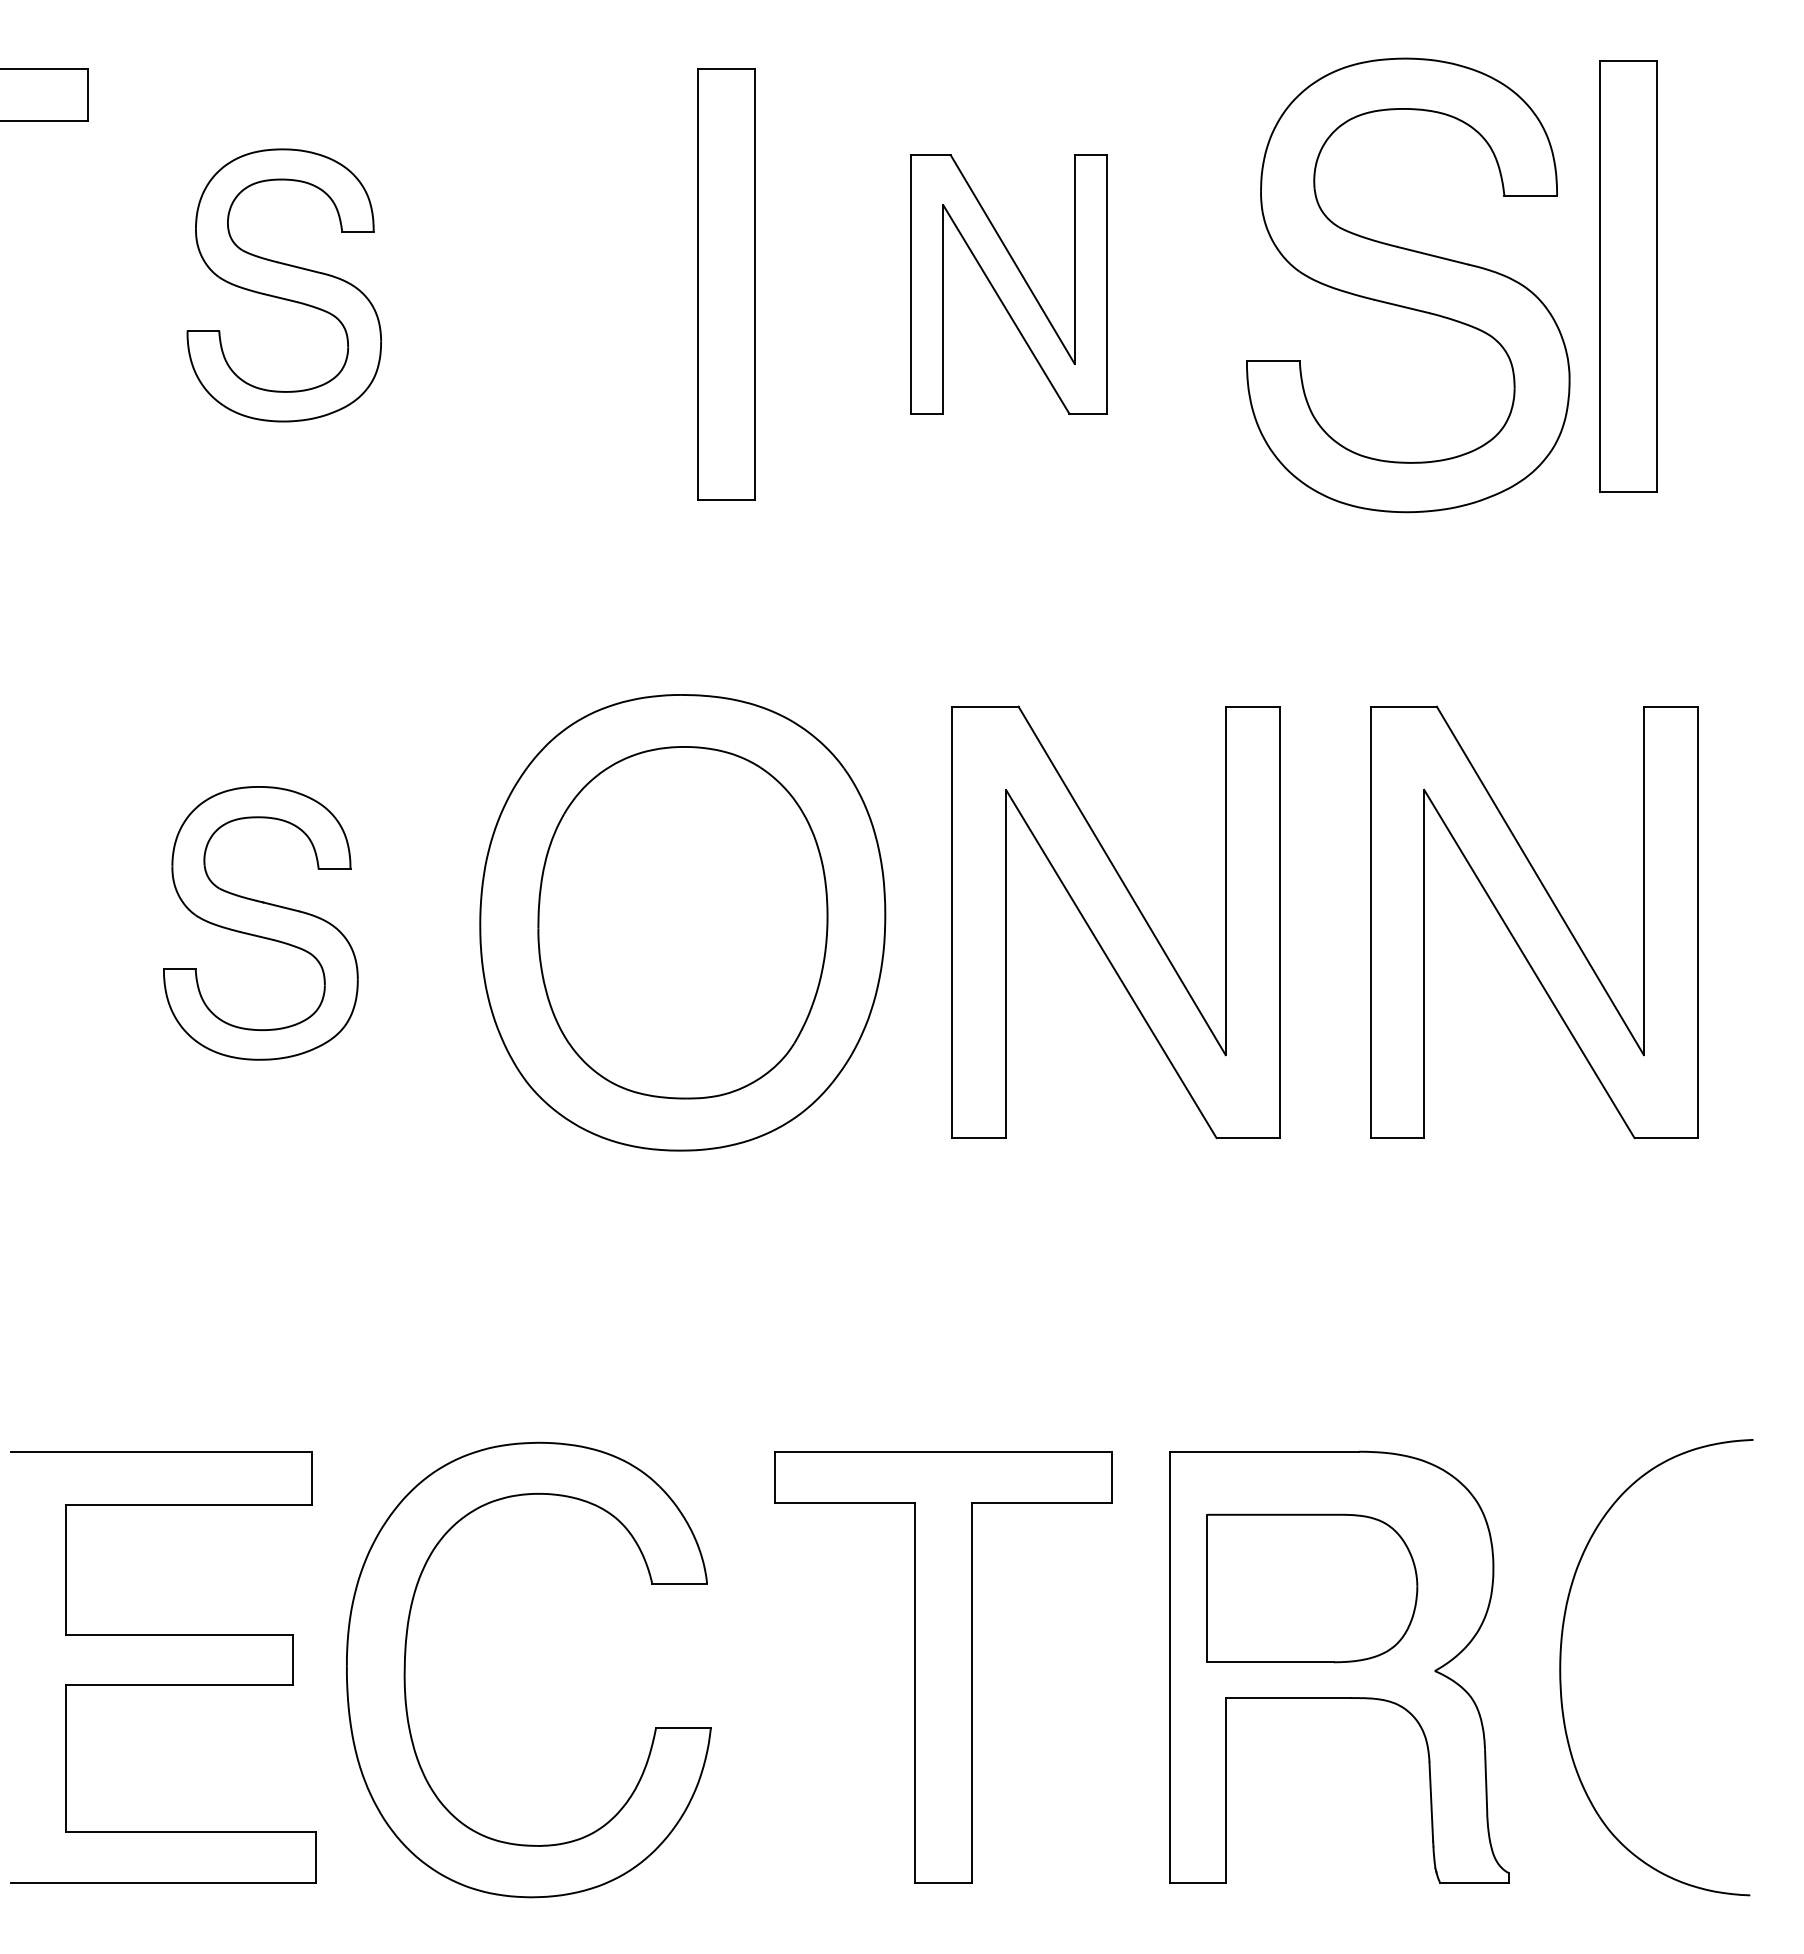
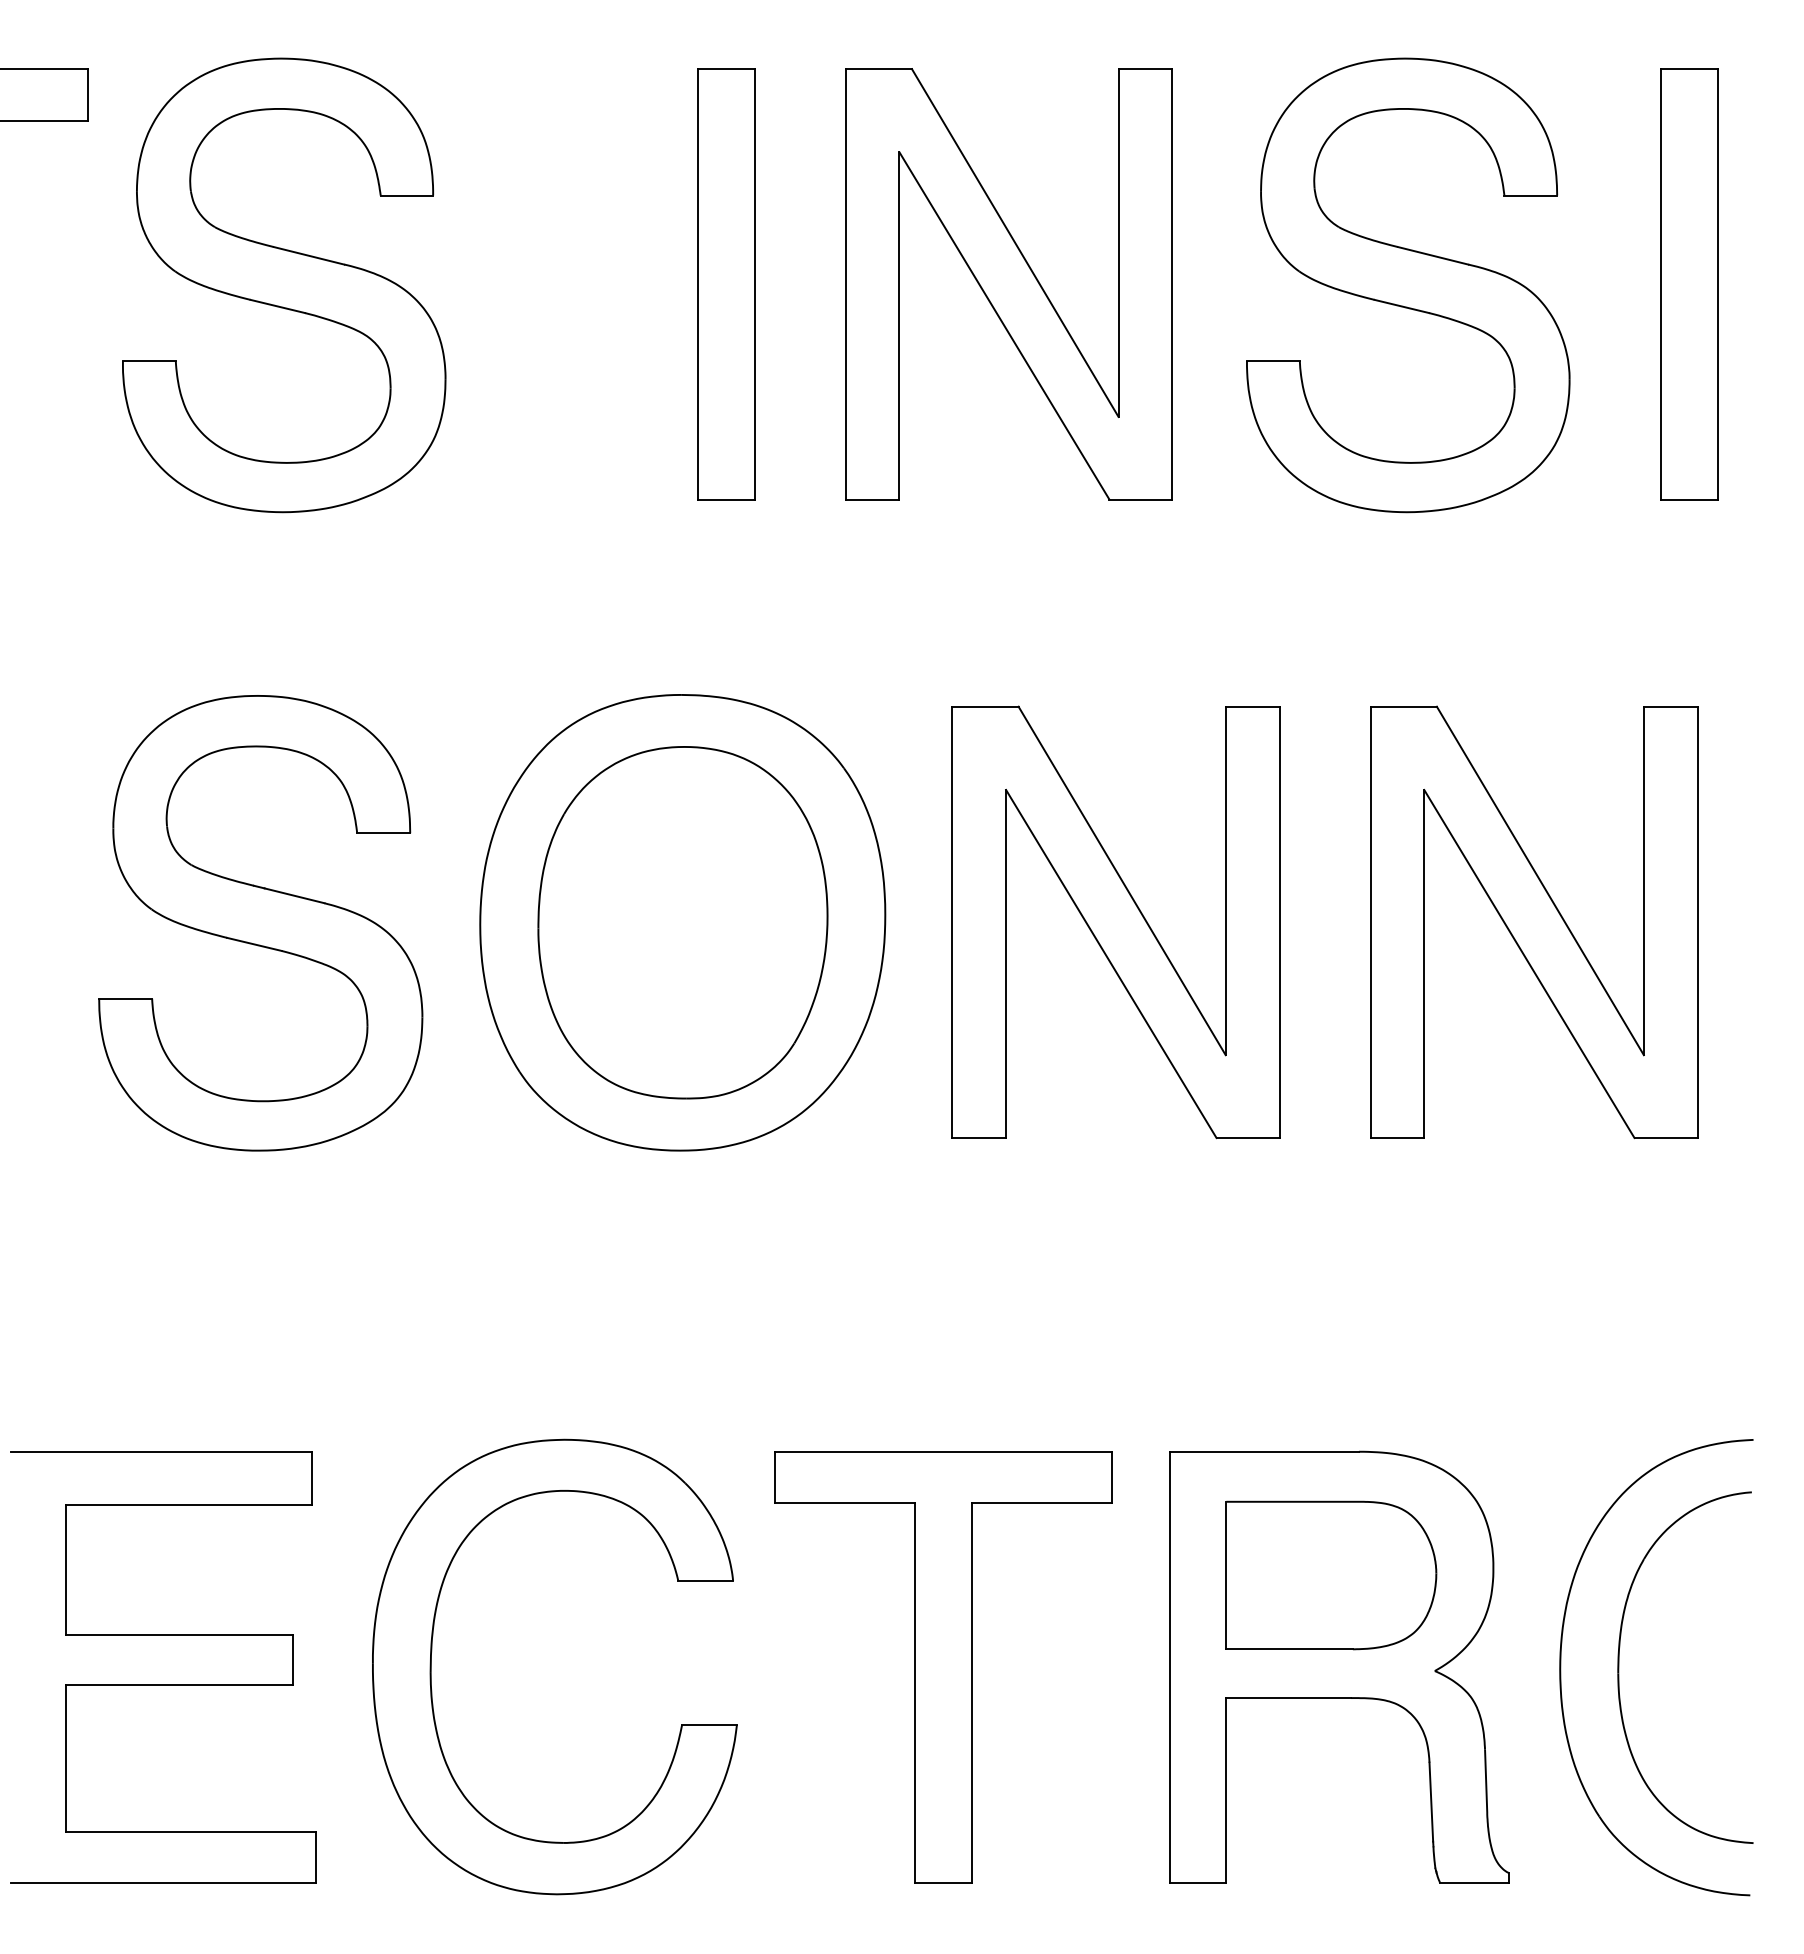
part at (1628, 276) position: (1628, 276) -> (1689, 284)
part at (1008, 284) size: 198x261 px -> 328x433 px
part at (283, 285) size: 196x275 px -> 325x457 px
part at (260, 923) size: 196x275 px -> 326x457 px
part at (1312, 1588) position: (1312, 1588) -> (1331, 1575)
part at (406, 1654) position: (406, 1654) -> (432, 1651)
part at (1619, 1667): none -> present
